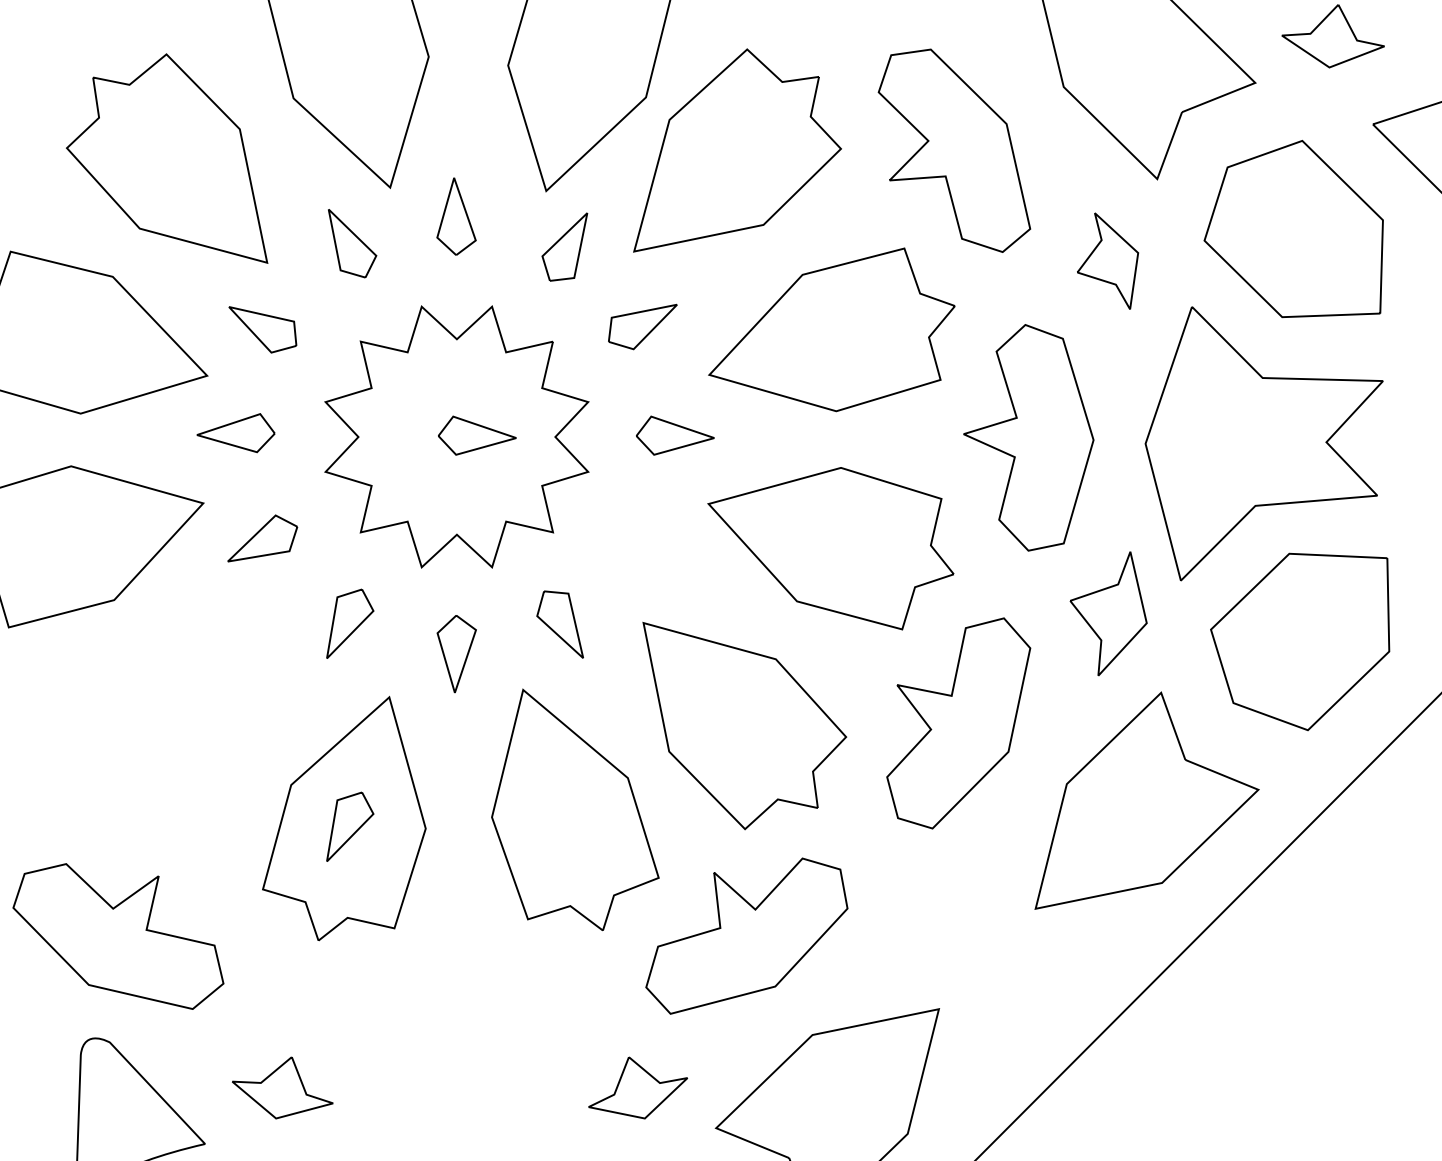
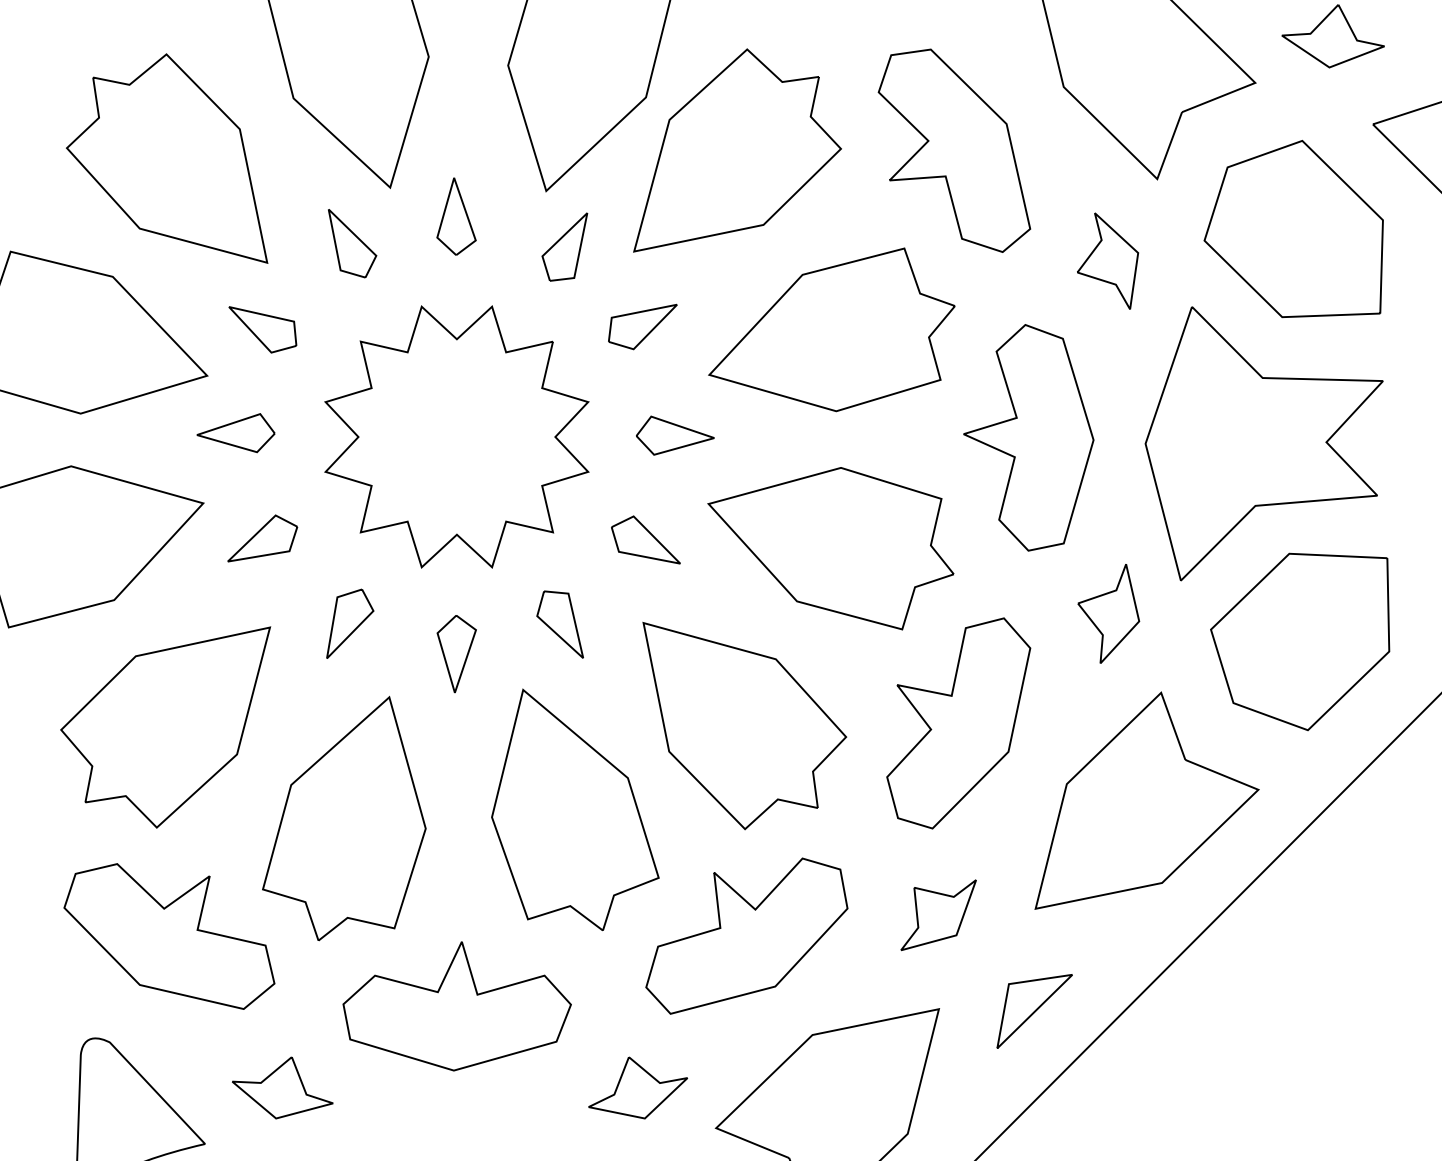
part at (477, 435): present -> none
part at (645, 539): none -> present
part at (1108, 613) size: 79x126 px -> 64x100 px
part at (165, 727): none -> present
part at (350, 826): present -> none
part at (938, 915): none -> present
part at (118, 936) position: (118, 936) -> (169, 936)
part at (456, 1006): none -> present
part at (1034, 1011): none -> present
